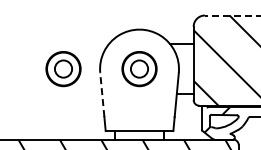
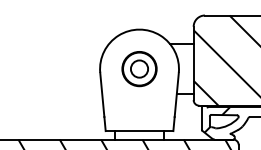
line at (232, 15): dashed -> solid
part at (63, 69): present -> none
line at (102, 94): dashed -> solid
